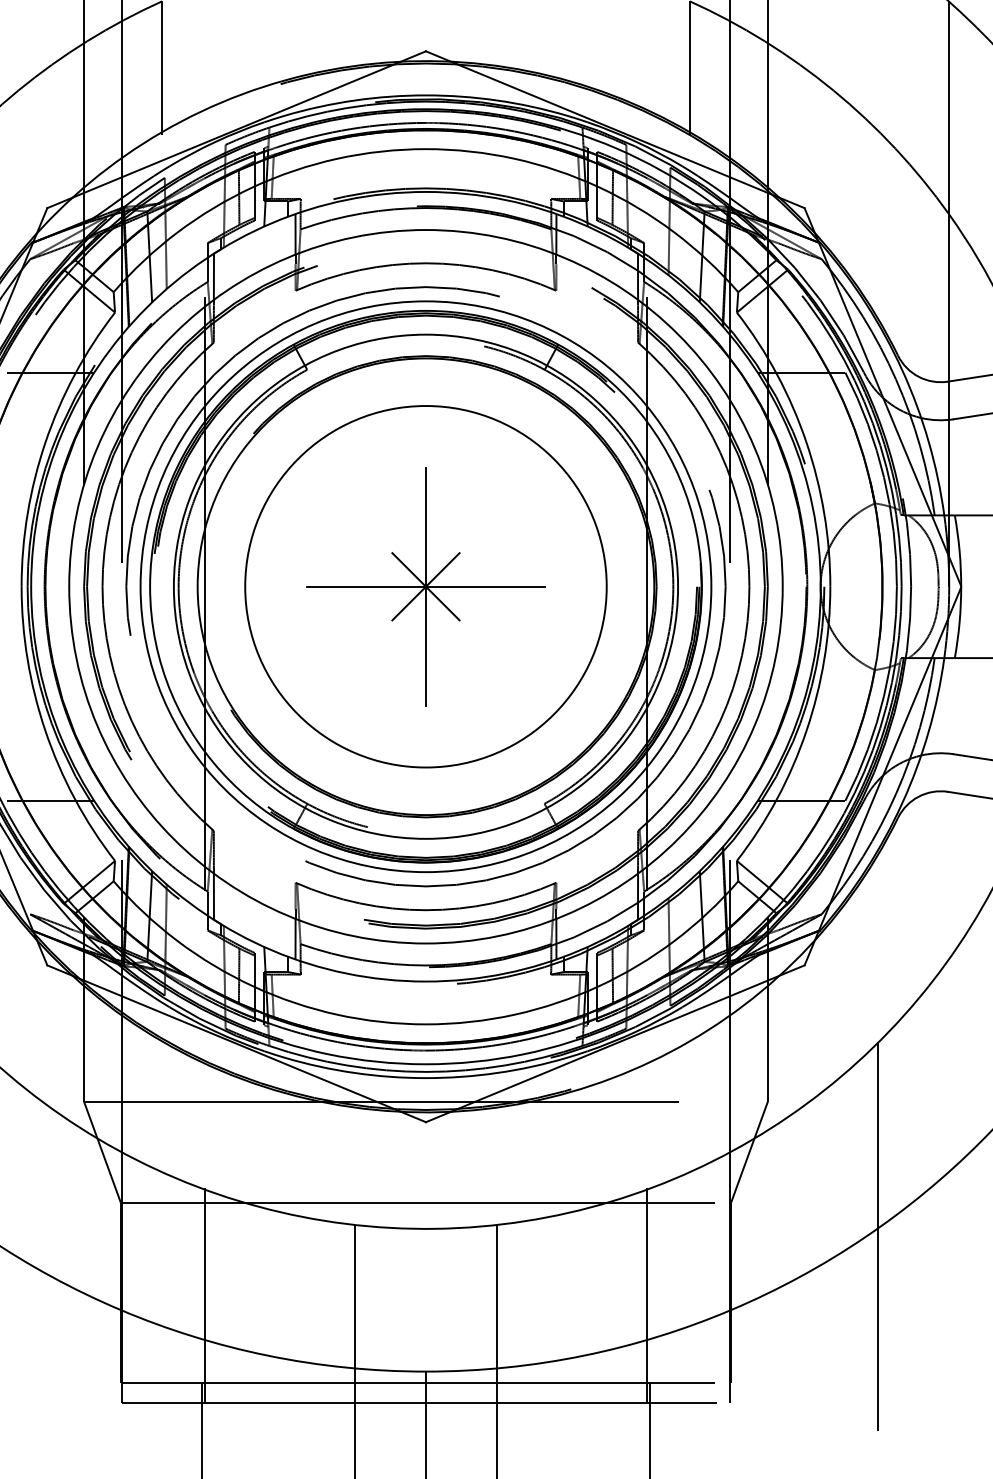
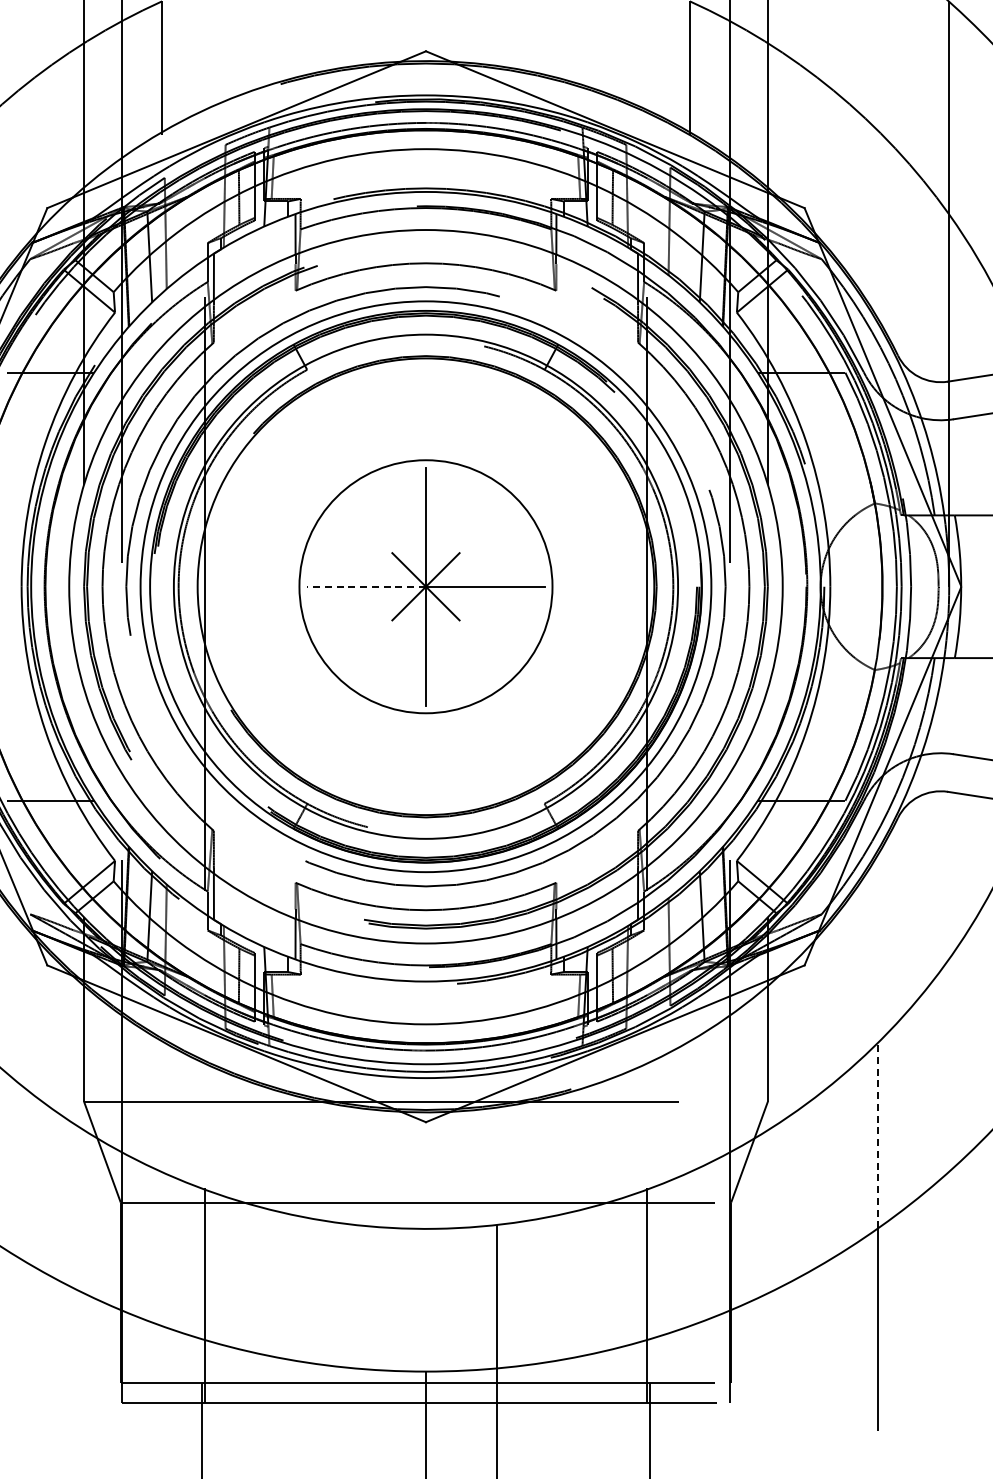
line at (366, 586): solid -> dashed
circle at (425, 586) diameter: 362 px -> 253 px
line at (877, 1135): solid -> dashed
line at (354, 1349): present -> none
